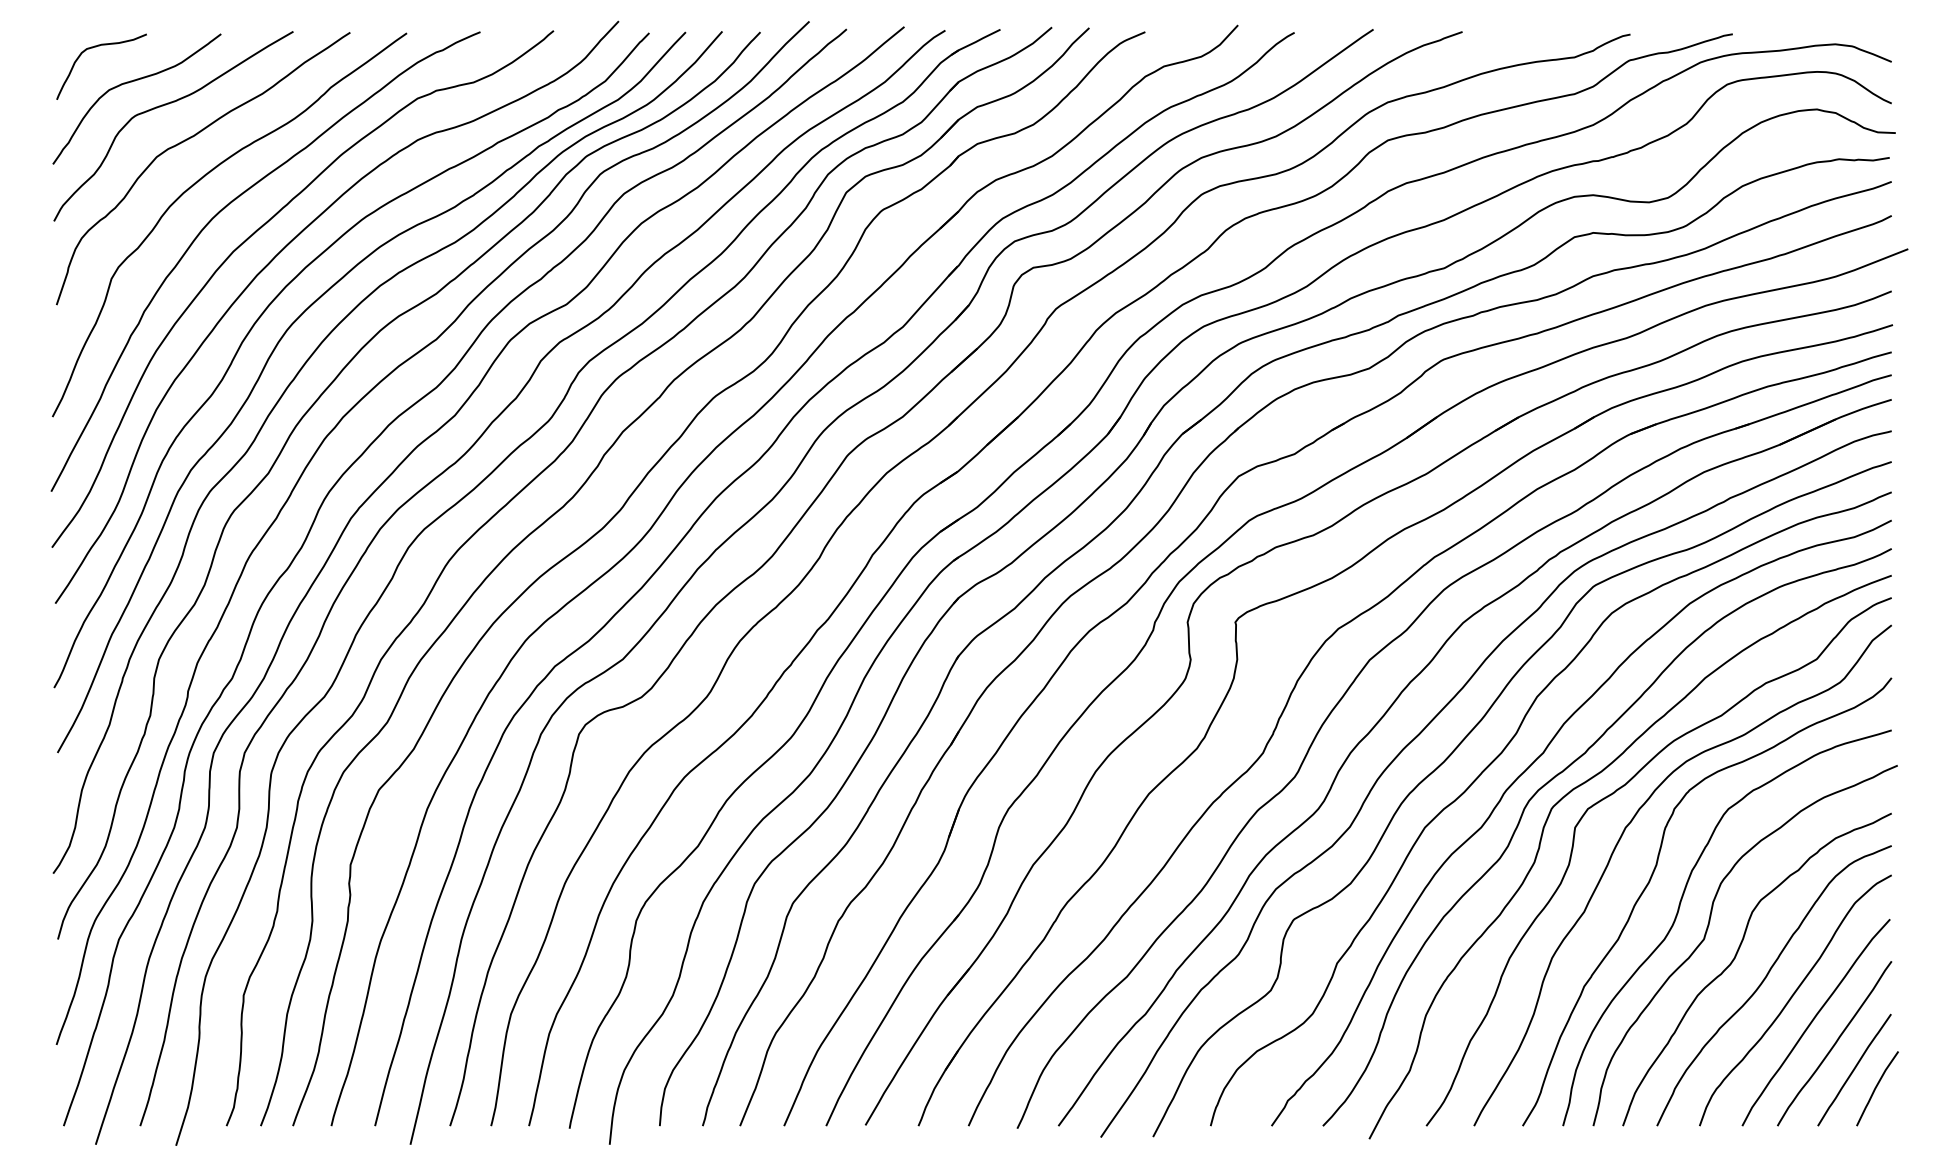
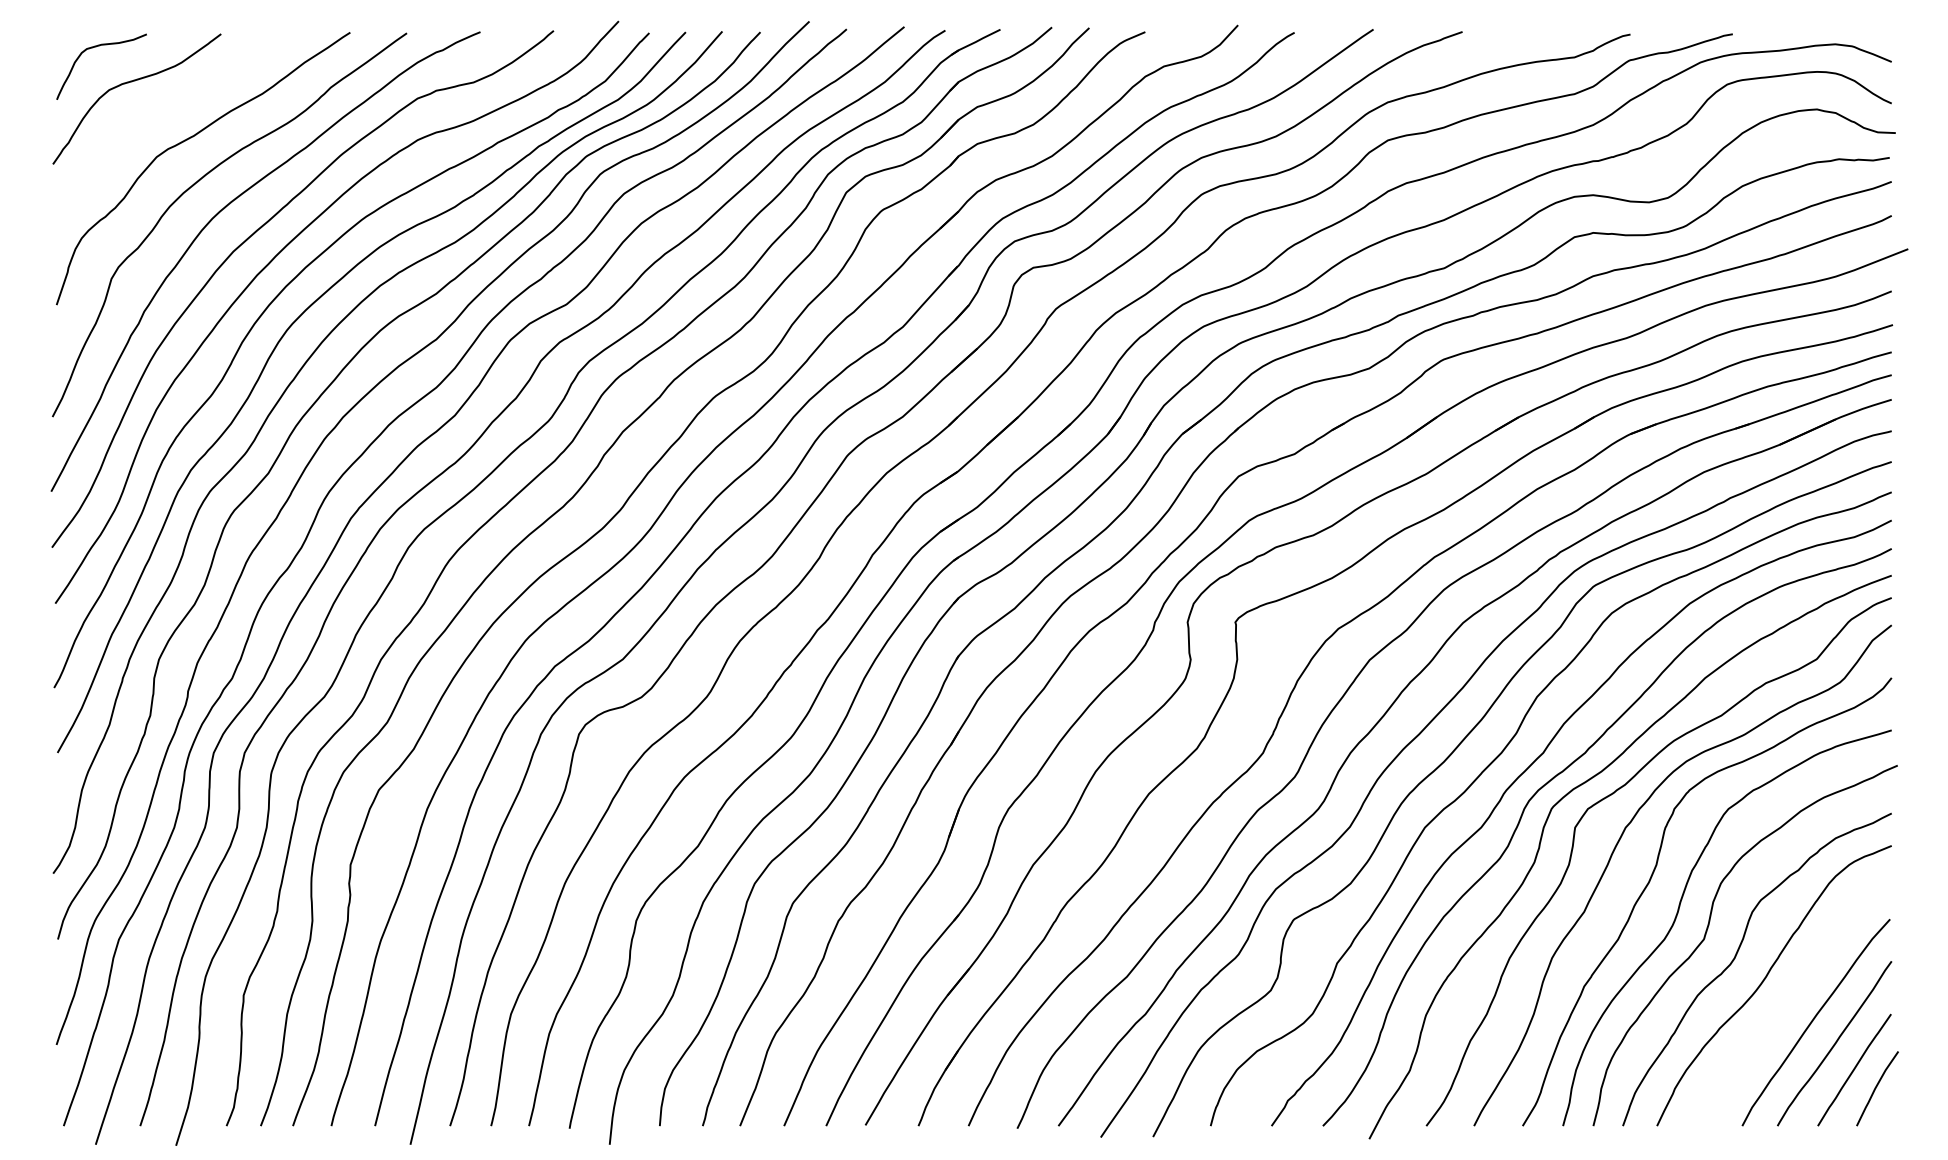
curve at (166, 105): present -> none
curve at (1791, 999): present -> none
